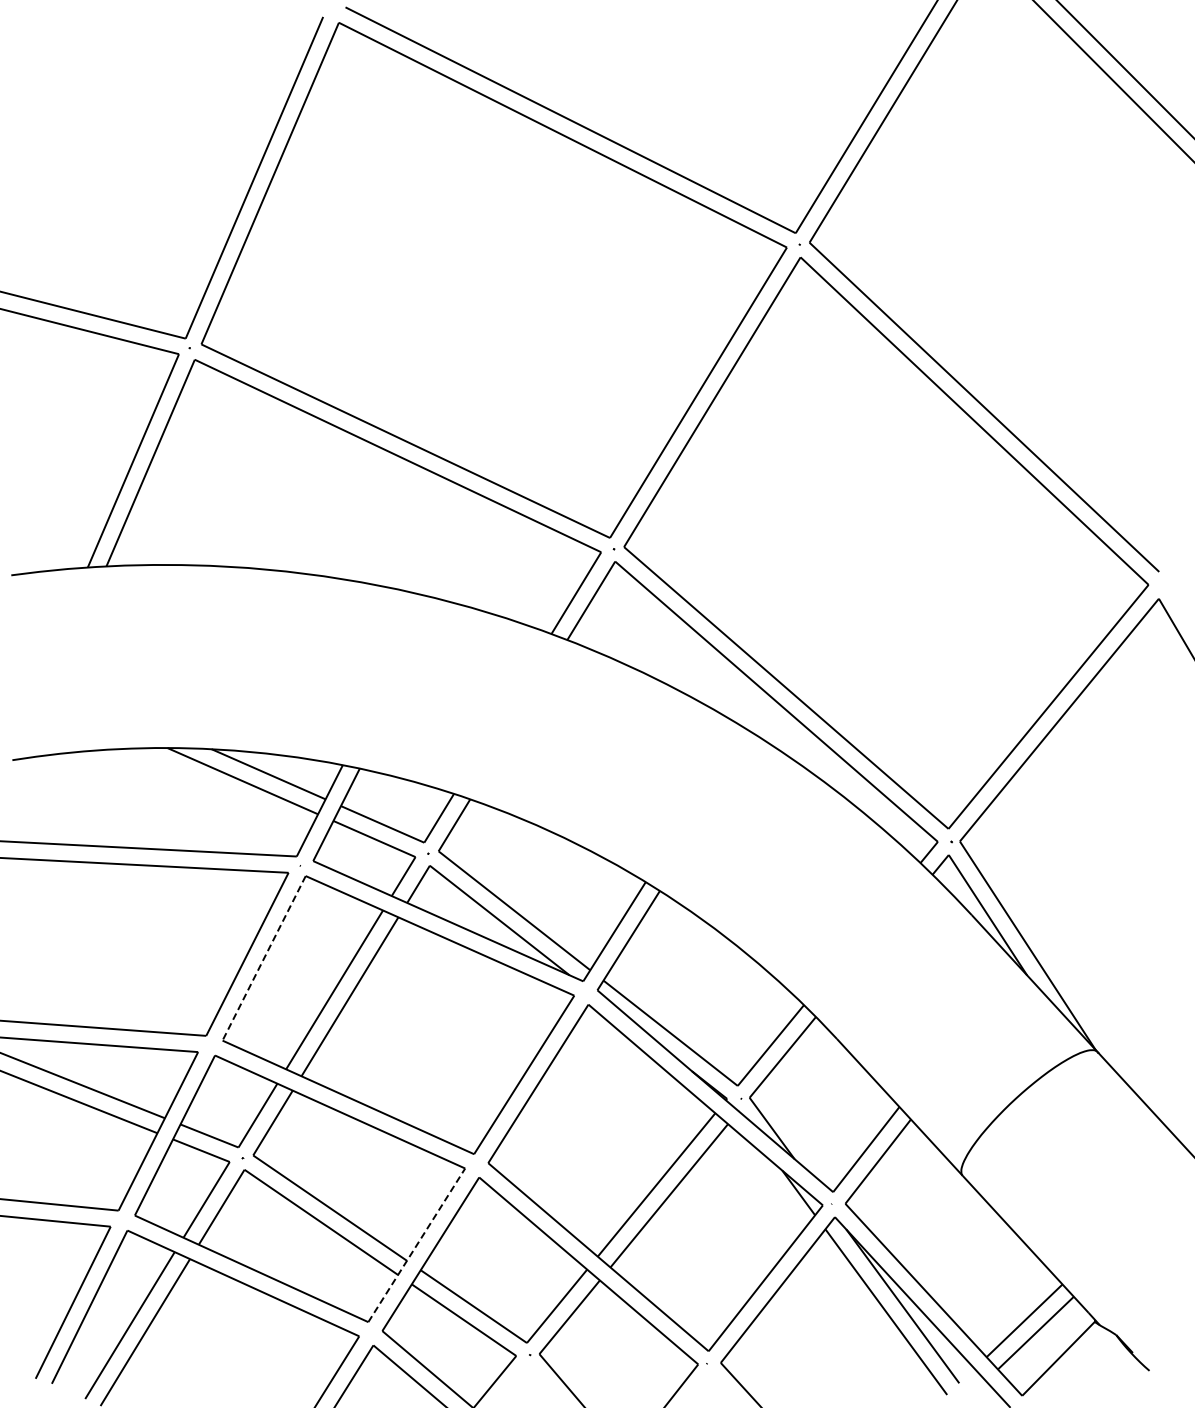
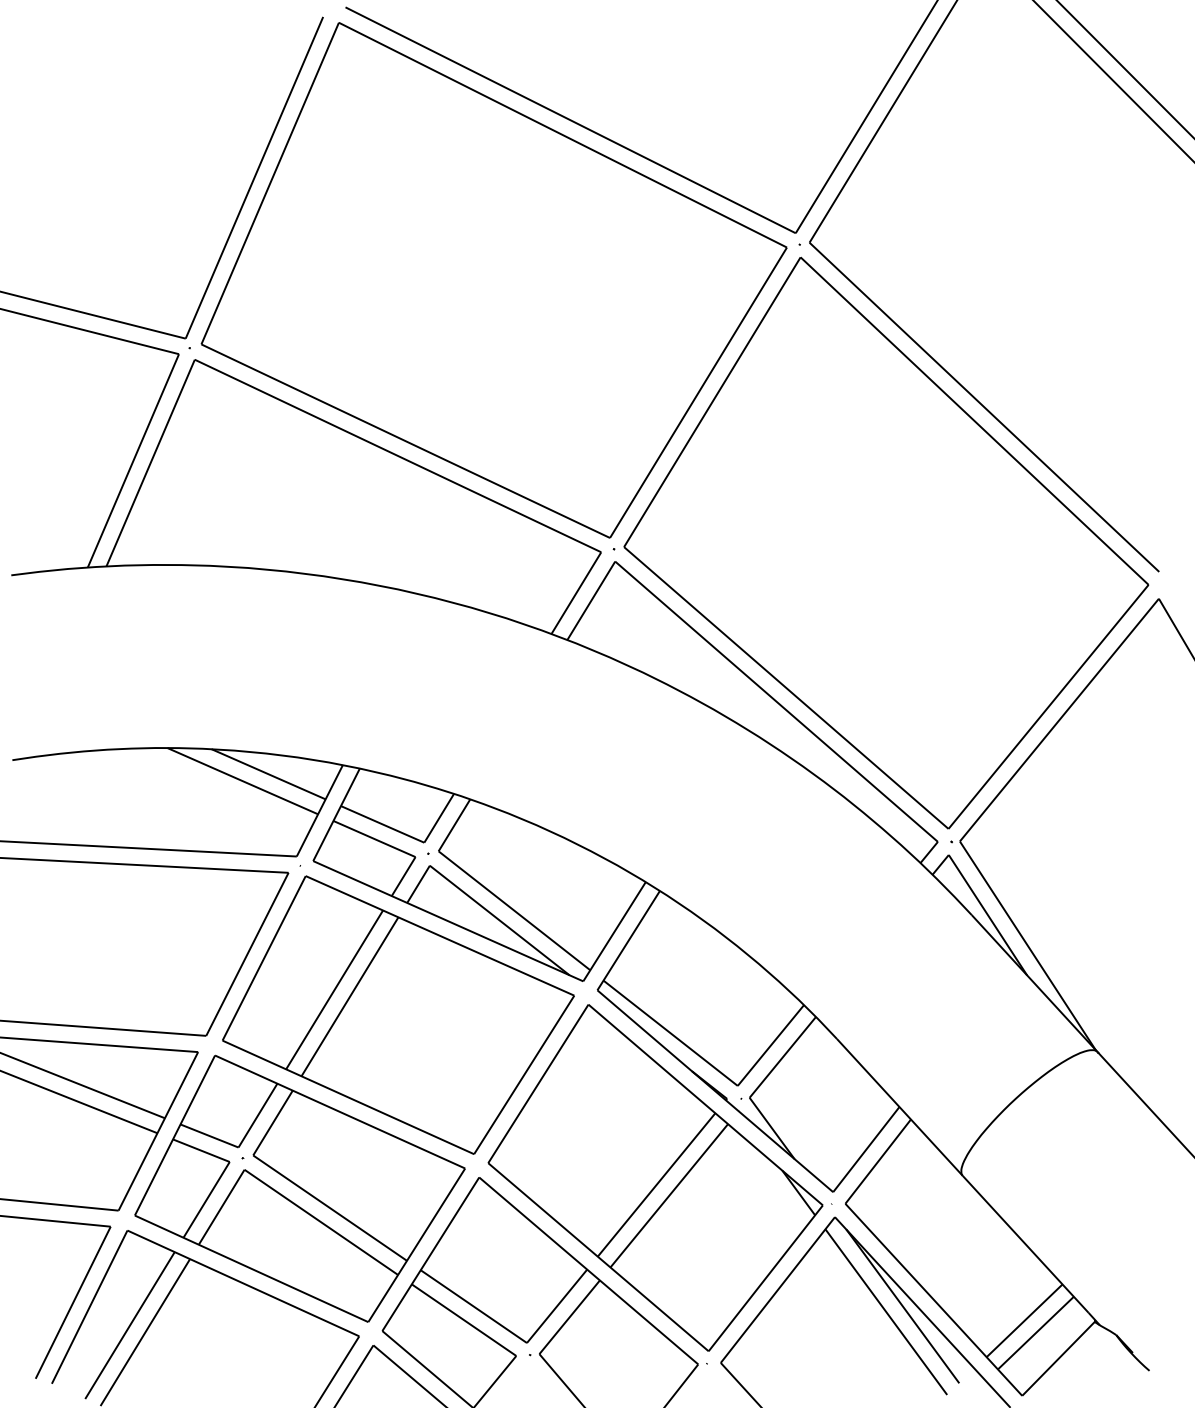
line at (263, 958): dashed -> solid
line at (416, 1245): dashed -> solid
